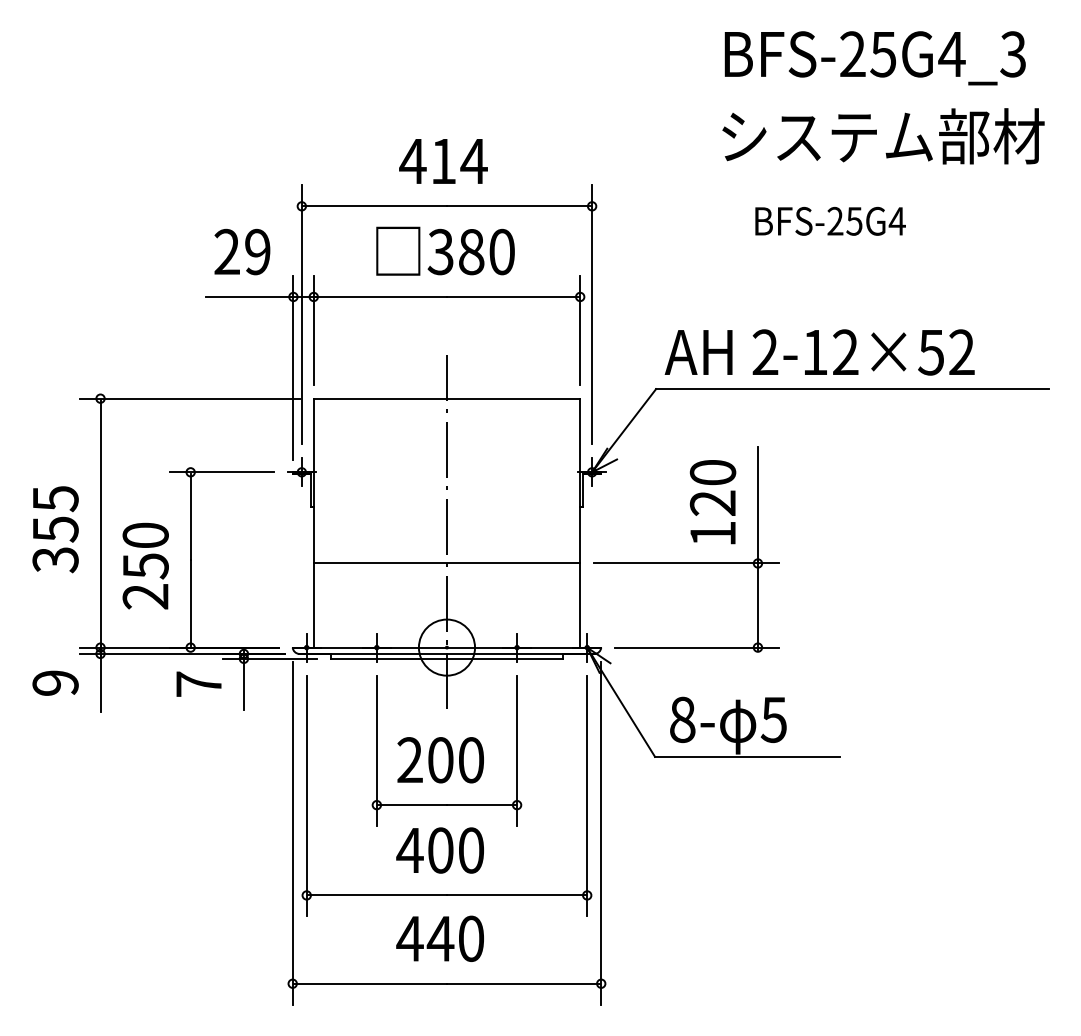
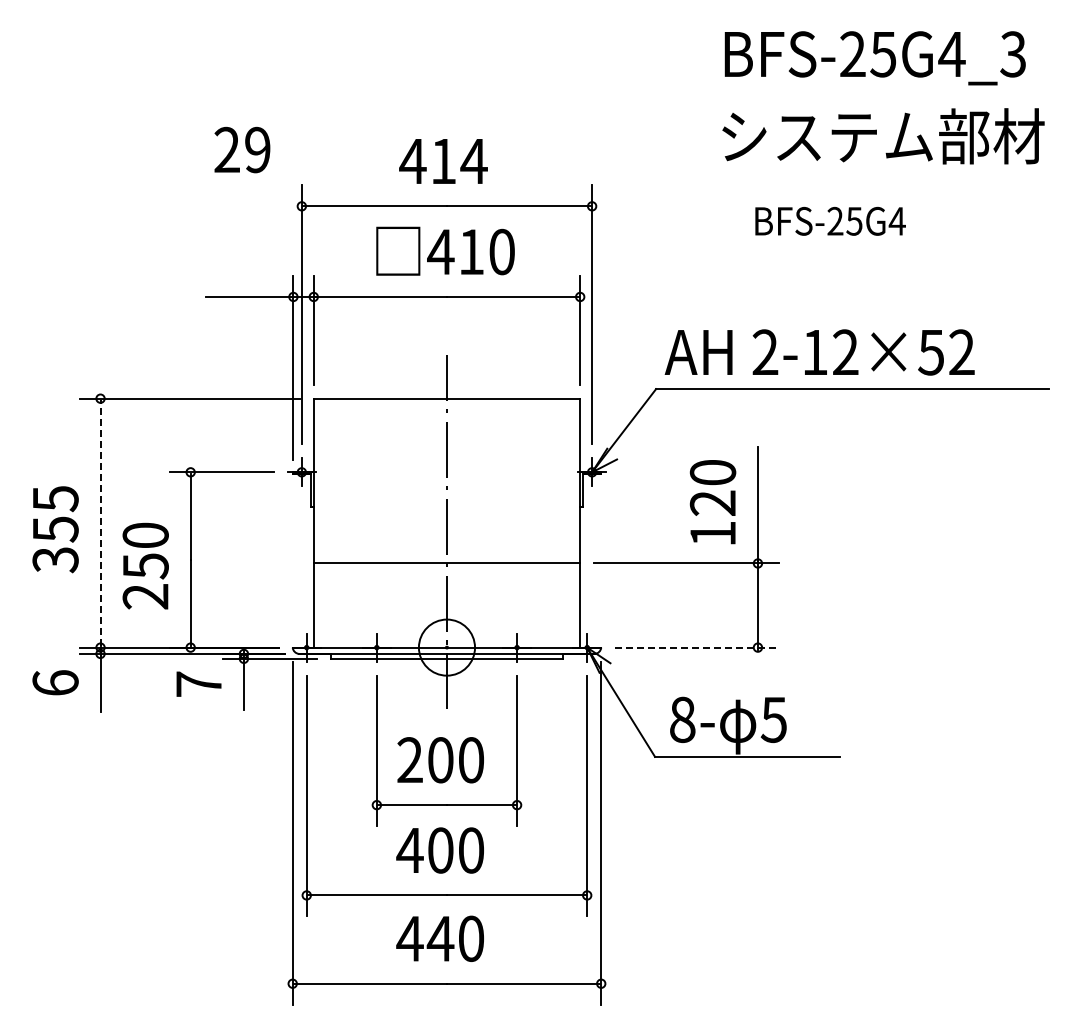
text at (242, 251) position: (242, 251) -> (242, 149)
text at (455, 251): 380 -> 410
line at (100, 522): solid -> dashed
line at (697, 647): solid -> dashed
text at (55, 682): 9 -> 6
